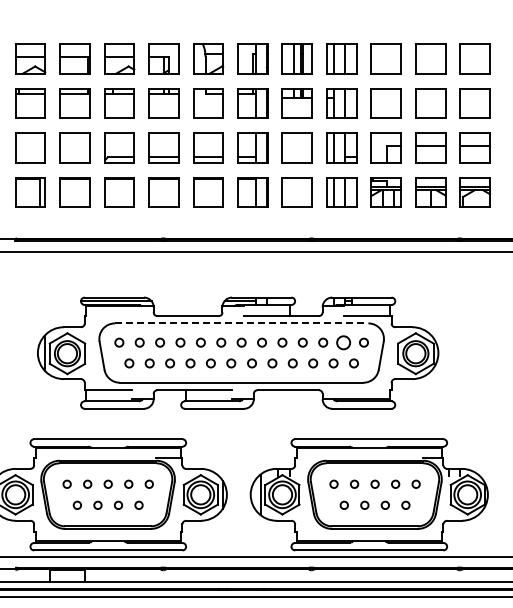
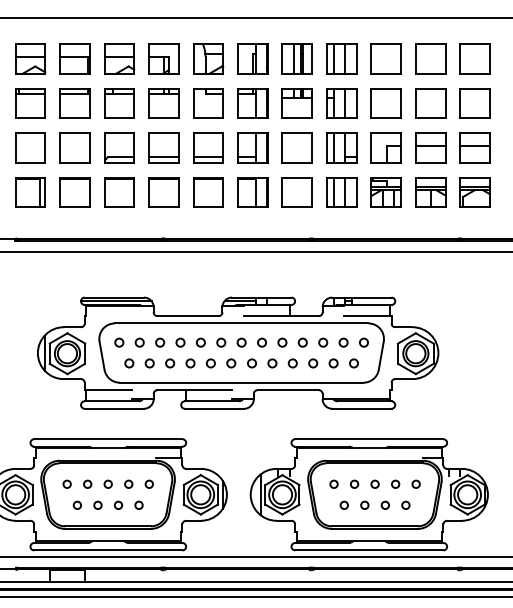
line at (255, 18): none -> present
line at (241, 323): dashed -> solid
circle at (343, 342) size: 15x16 px -> 11x11 px
